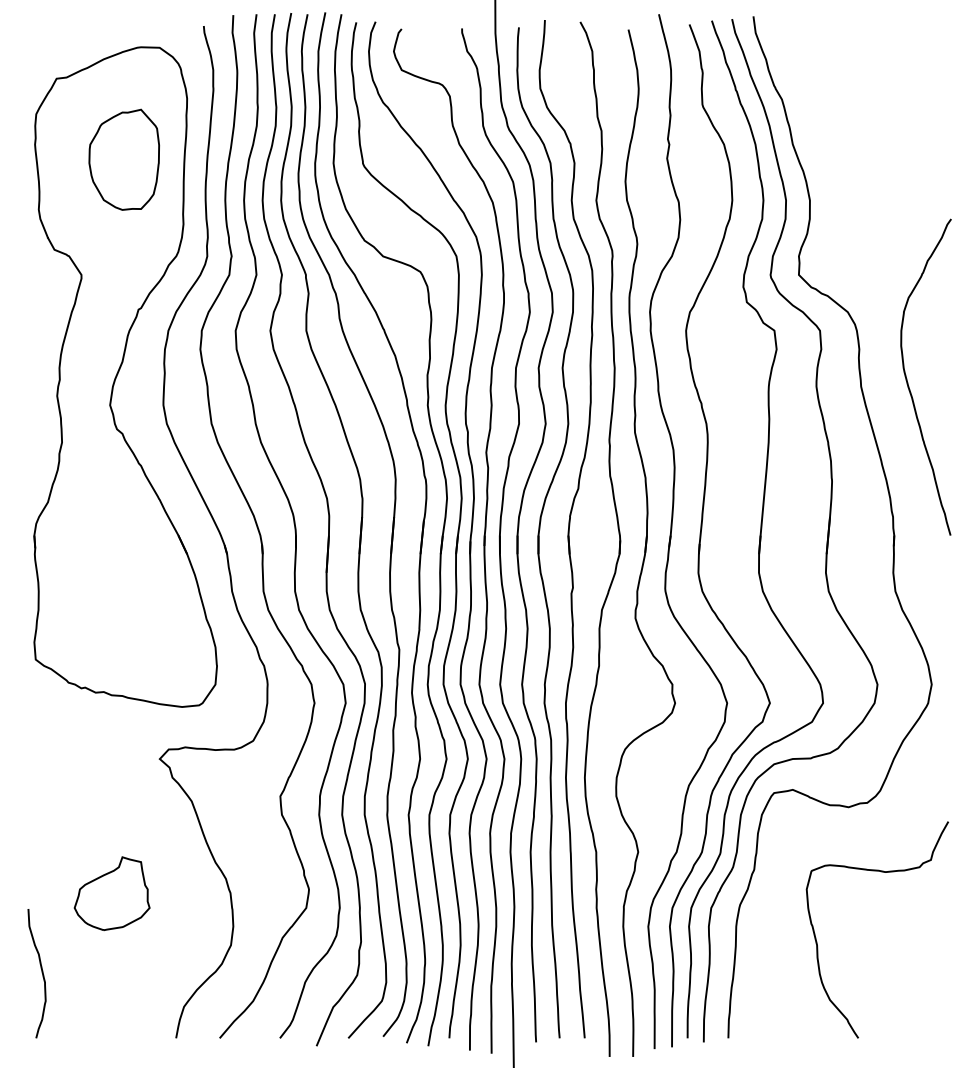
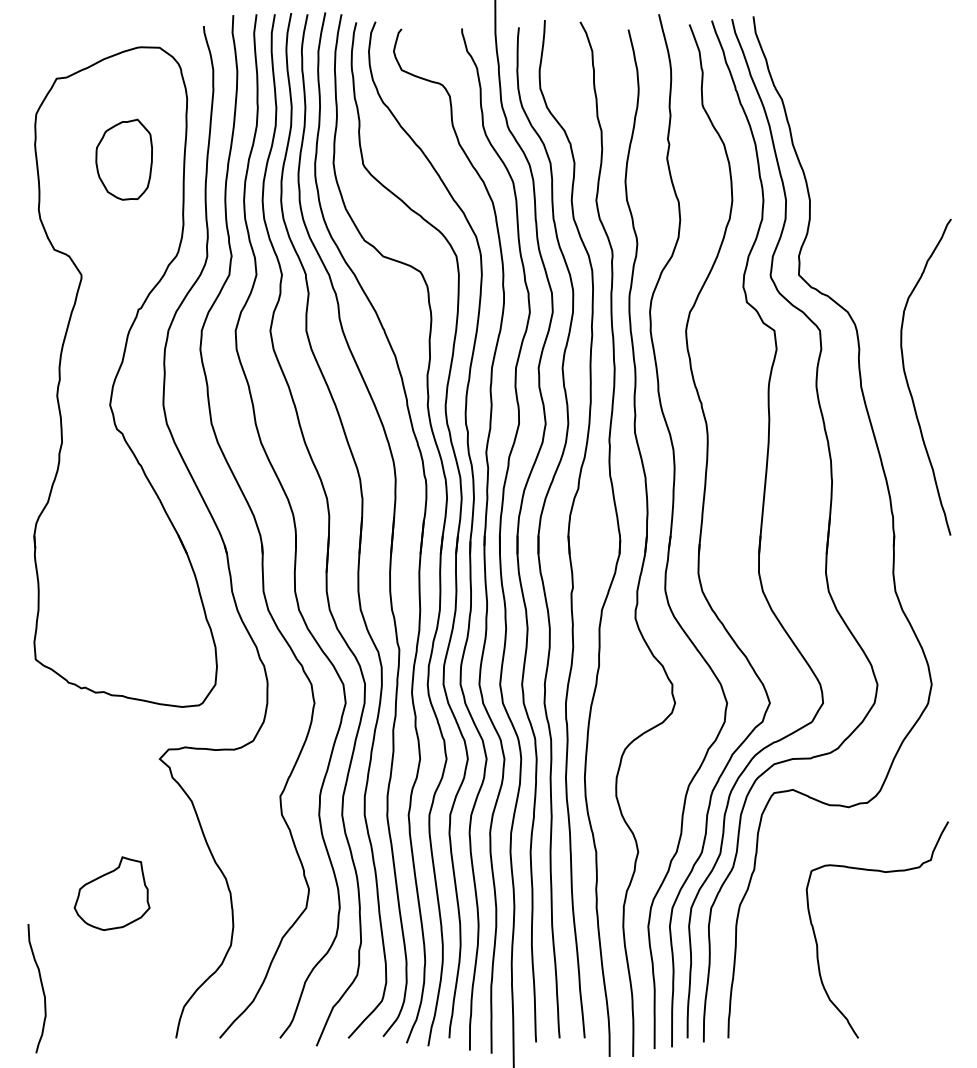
part at (123, 159) size: 72x103 px -> 58x83 px
curve at (41, 972) position: (41, 972) -> (41, 987)
